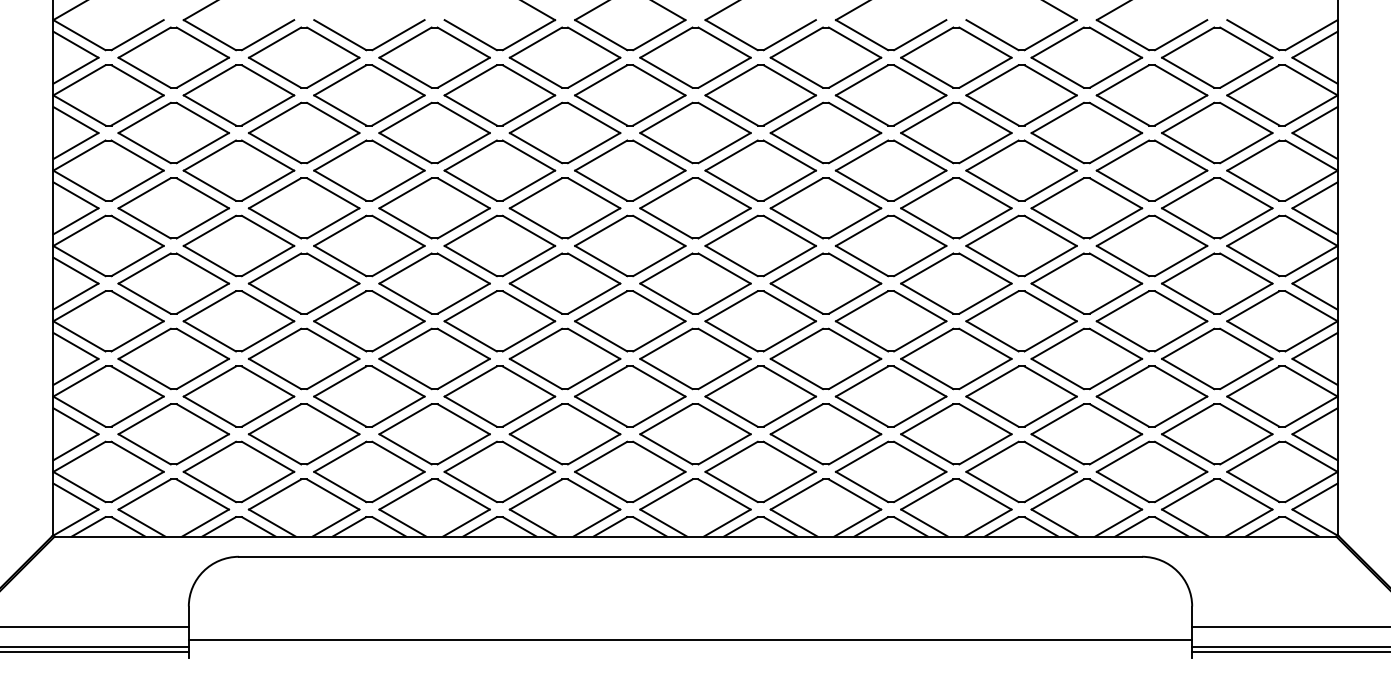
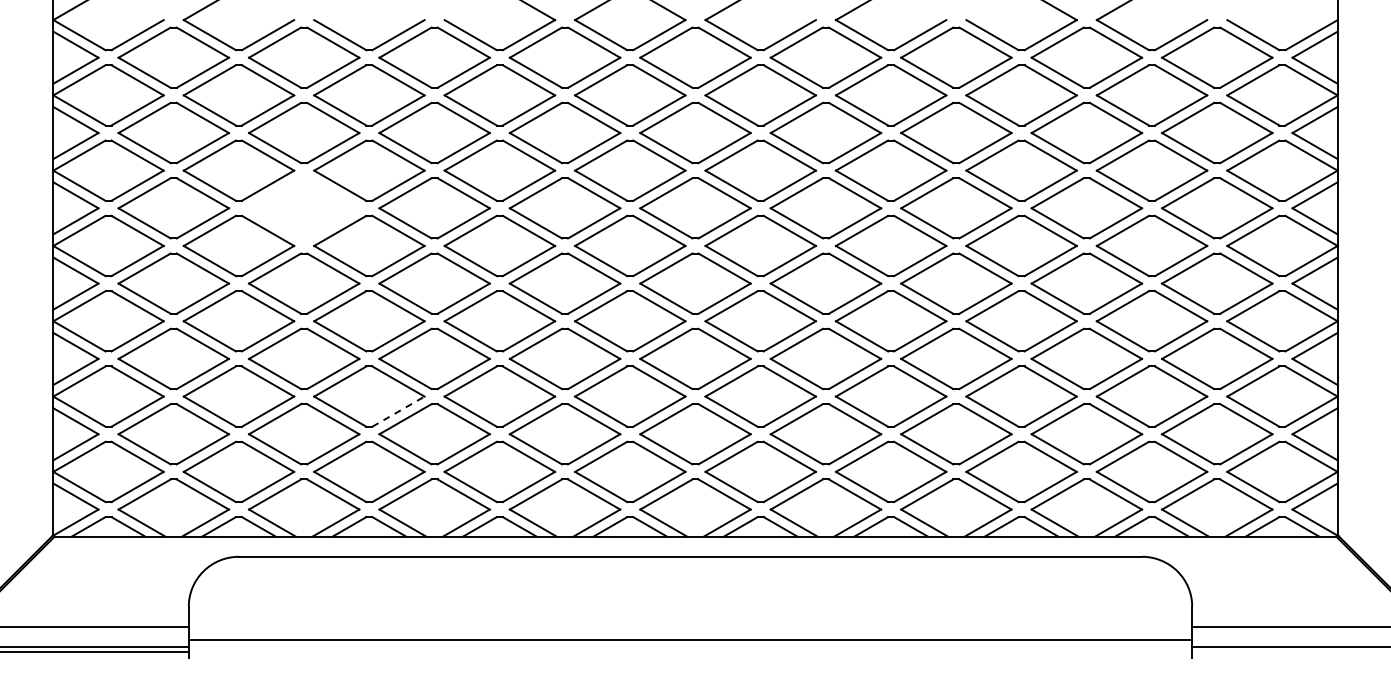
part at (303, 208): present -> none
line at (398, 411): solid -> dashed
line at (1289, 651): present -> none
